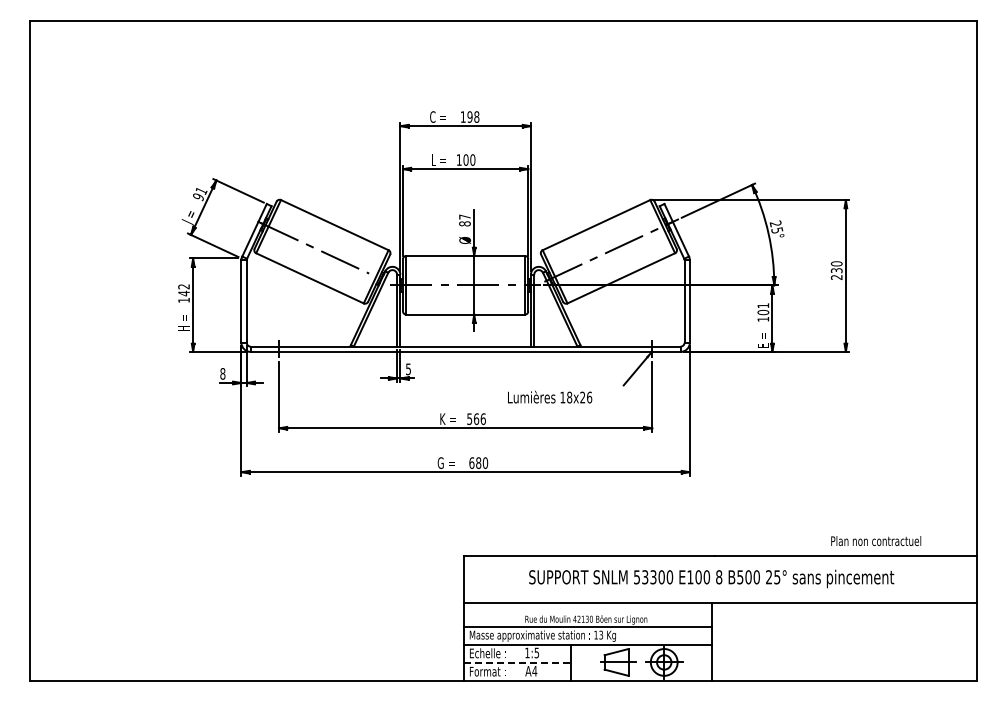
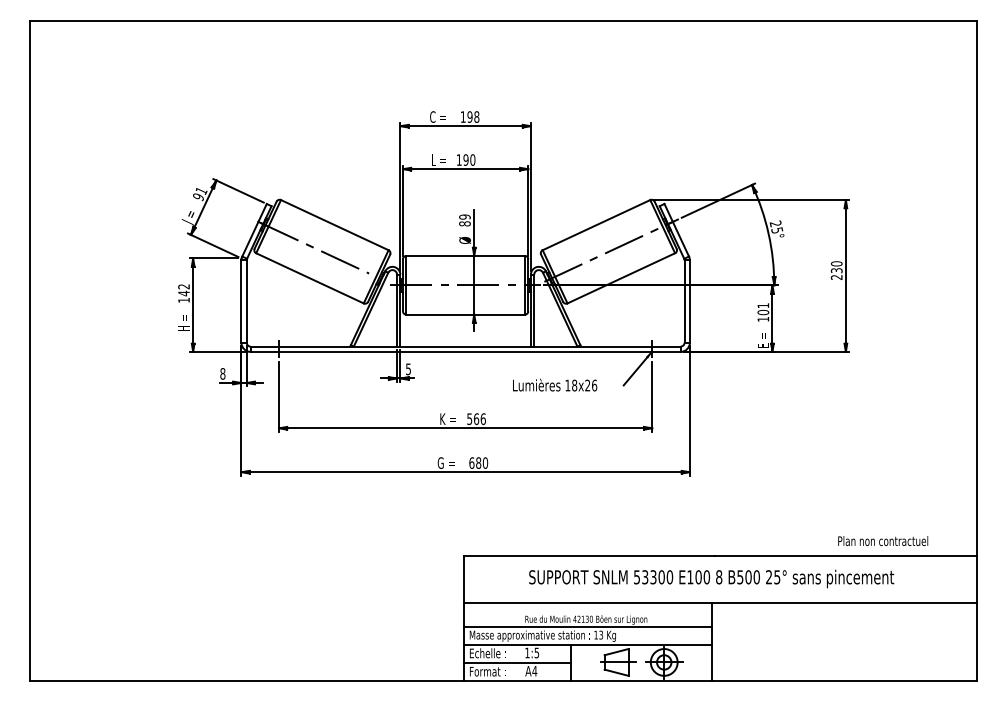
text at (465, 159): 100 -> 190
text at (464, 216): 87 -> 89
text at (550, 396) position: (550, 396) -> (555, 384)
text at (876, 541) position: (876, 541) -> (883, 541)
line at (517, 662): dashed -> solid
